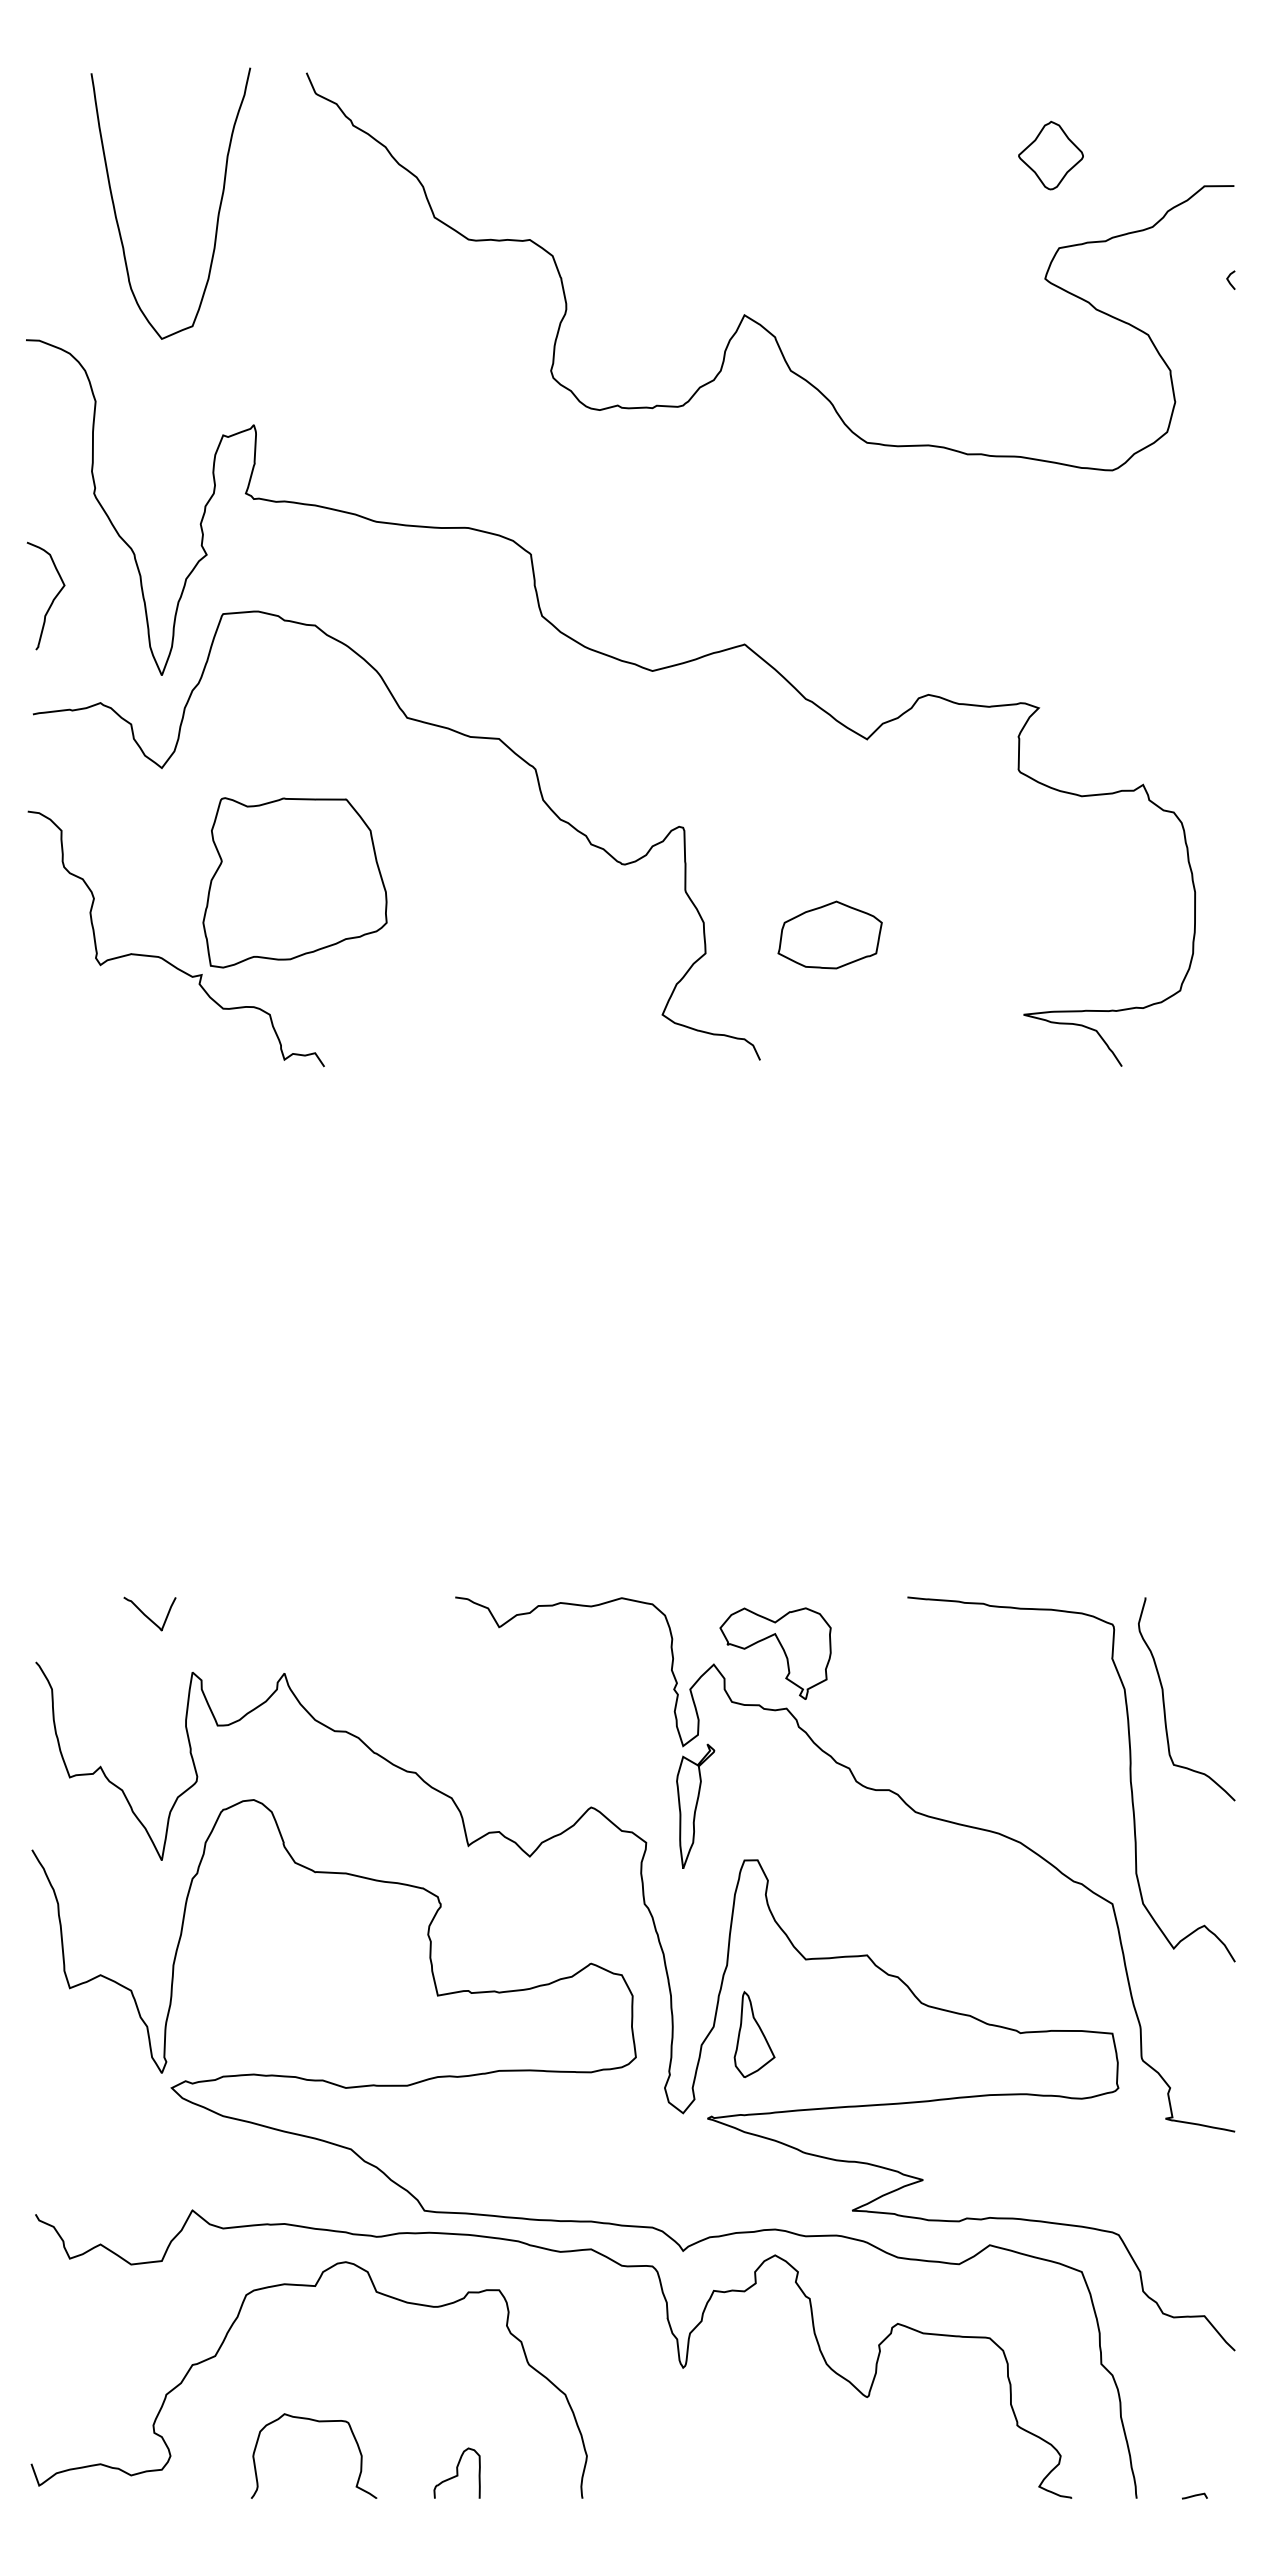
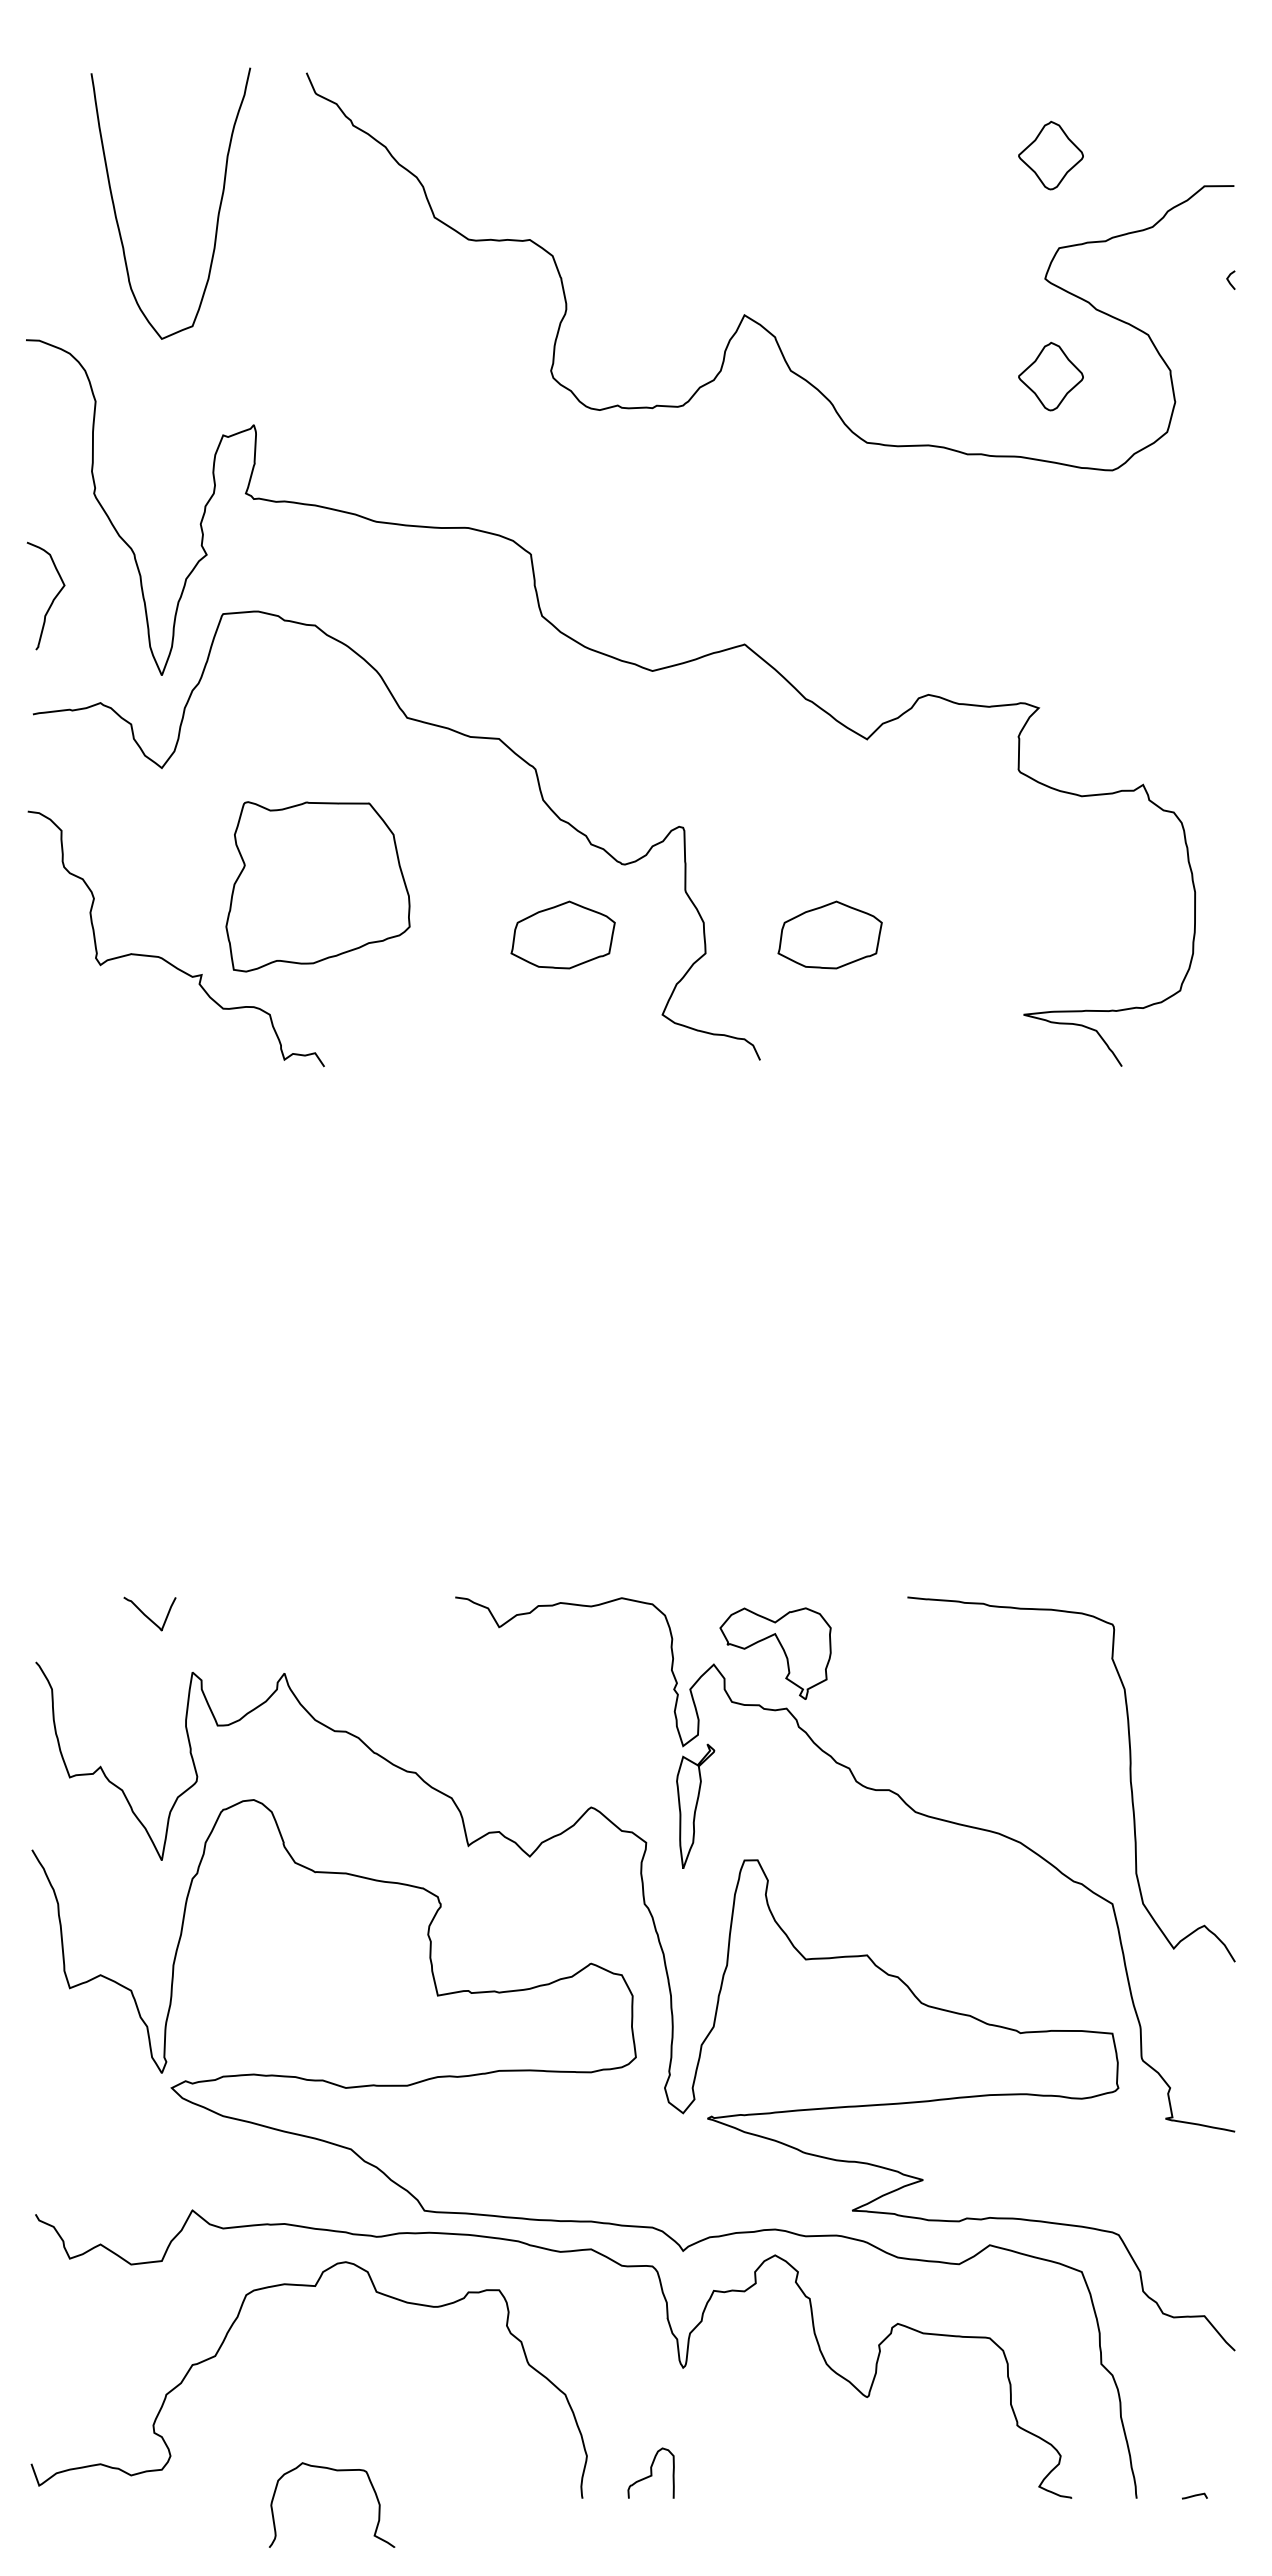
part at (1050, 376): none -> present
part at (294, 882) position: (294, 882) -> (317, 886)
part at (562, 934): none -> present
curve at (1164, 1699): present -> none
part at (754, 2033): present -> none
curve at (318, 2422) position: (318, 2422) -> (336, 2471)
curve at (456, 2472) position: (456, 2472) -> (650, 2472)
